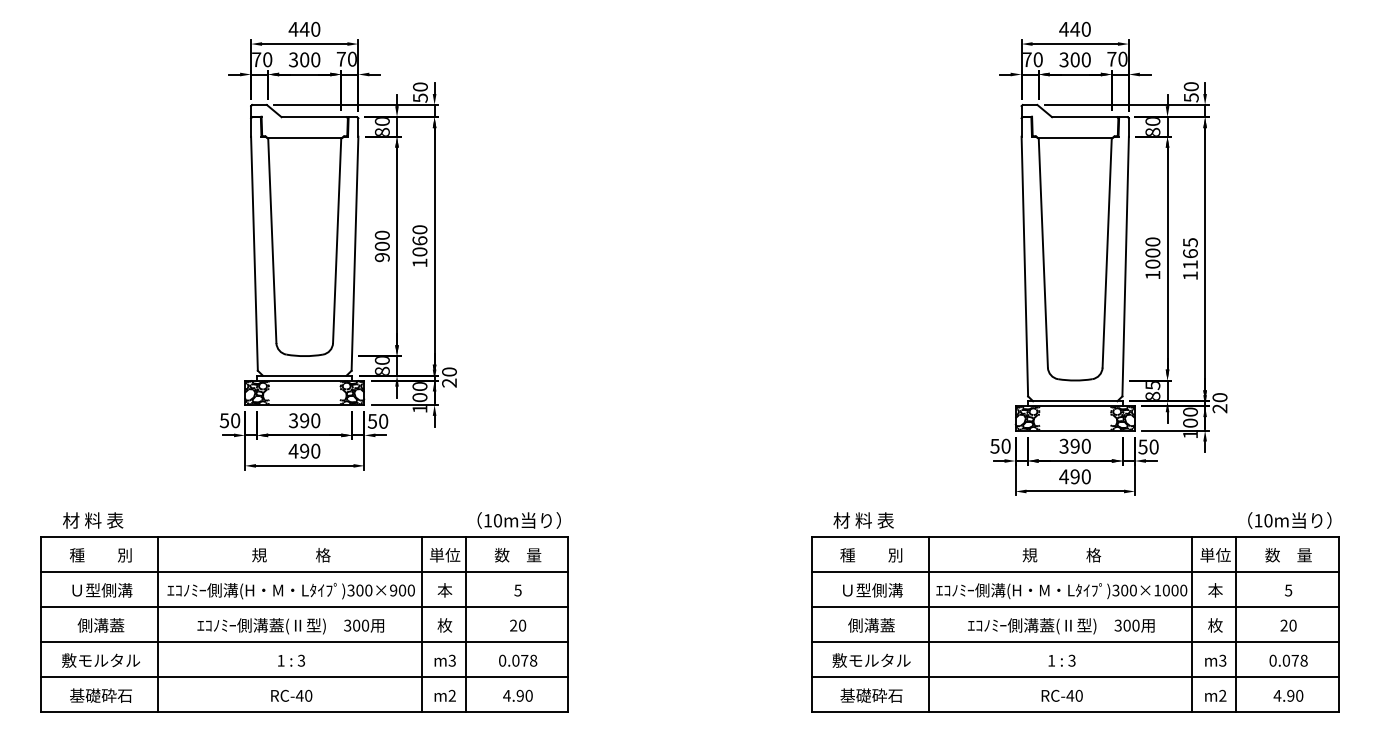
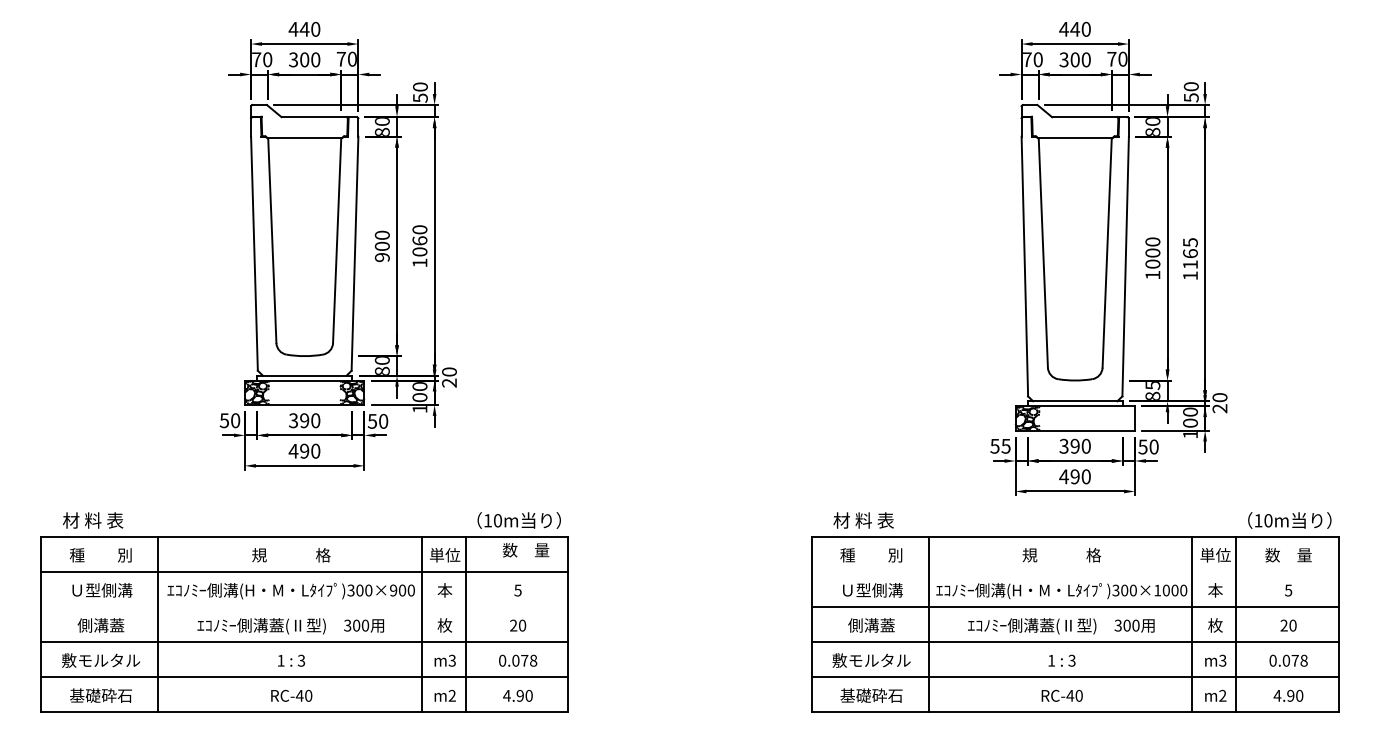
hatch at (1122, 418): present -> none
text at (1005, 445): 50 -> 55
text at (518, 555) position: (518, 555) -> (526, 550)
line at (1074, 571): present -> none
line at (304, 606): present -> none
